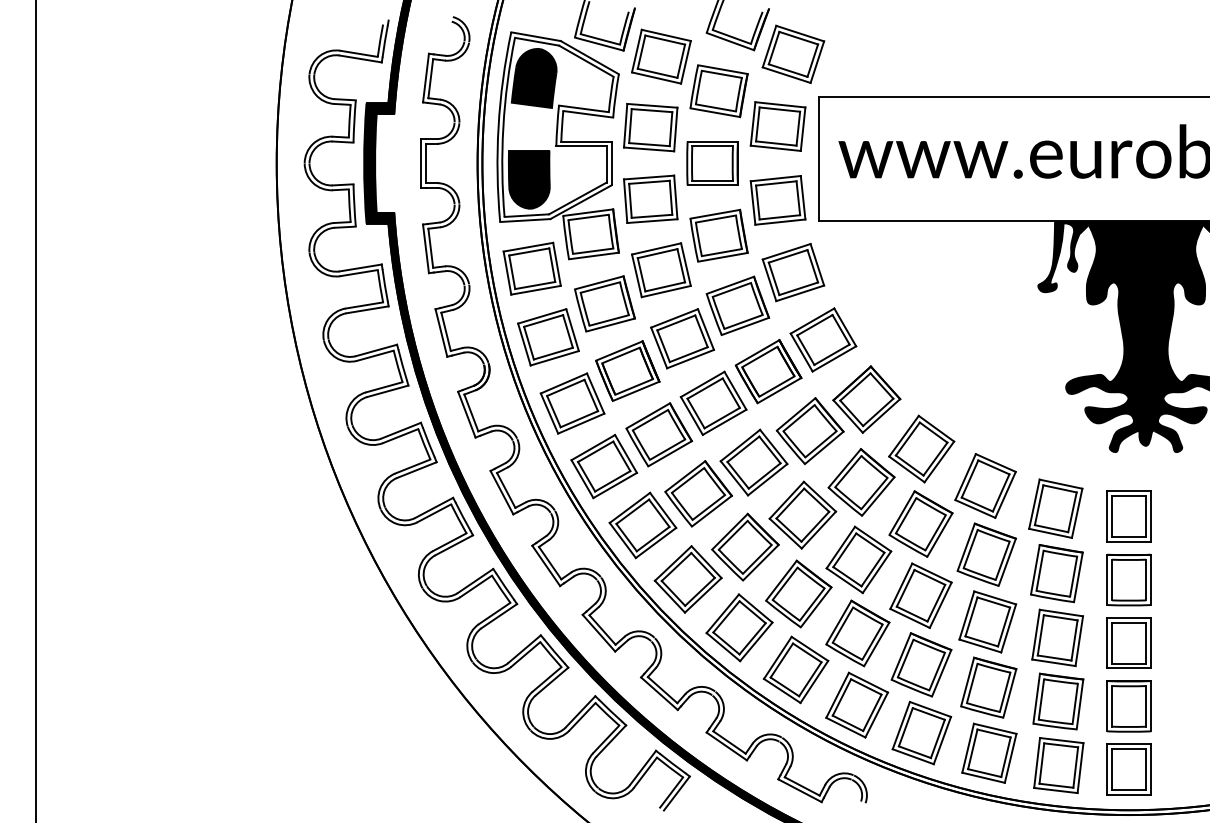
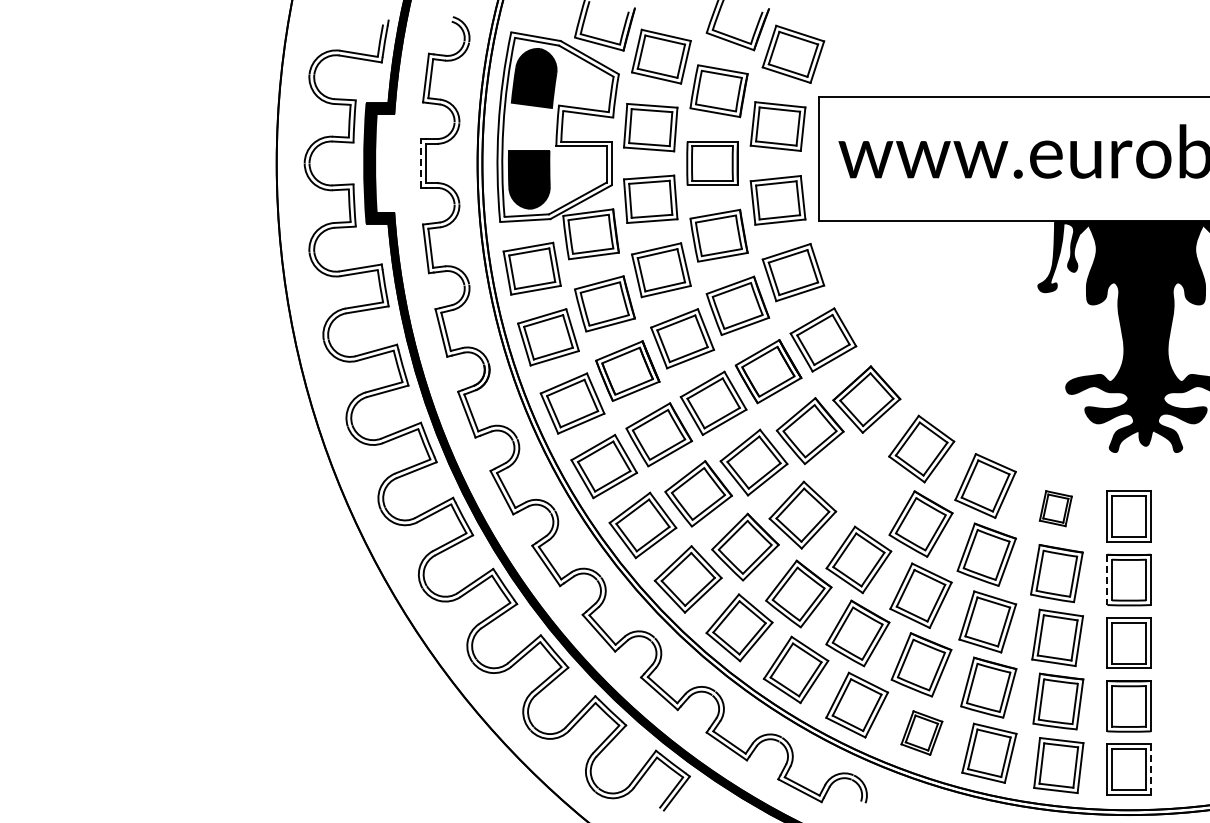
line at (420, 162): solid -> dashed
line at (36, 410): present -> none
part at (861, 482): present -> none
part at (1055, 508) size: 56x61 px -> 35x38 px
line at (1107, 580): solid -> dashed
part at (921, 732) size: 62x66 px -> 44x46 px
line at (1151, 770): solid -> dashed
